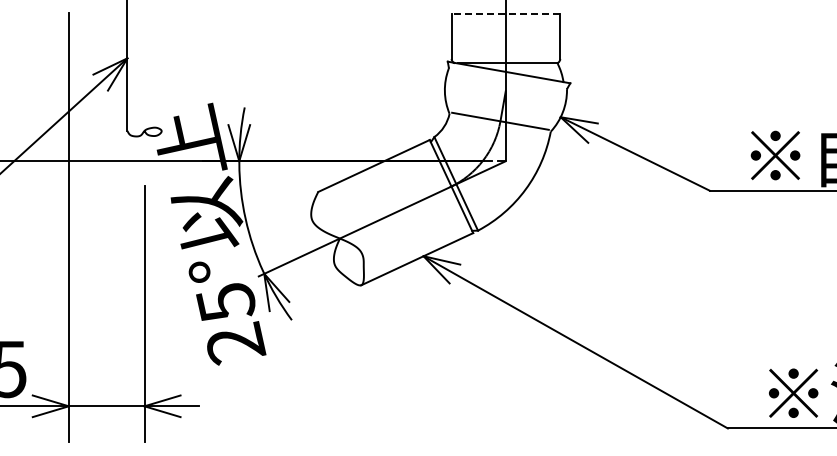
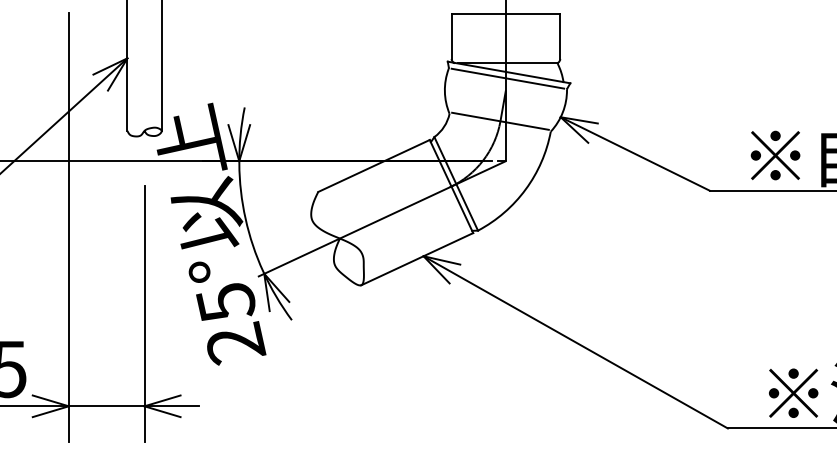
line at (505, 13): dashed -> solid
line at (161, 66): none -> present
line at (507, 78): none -> present
